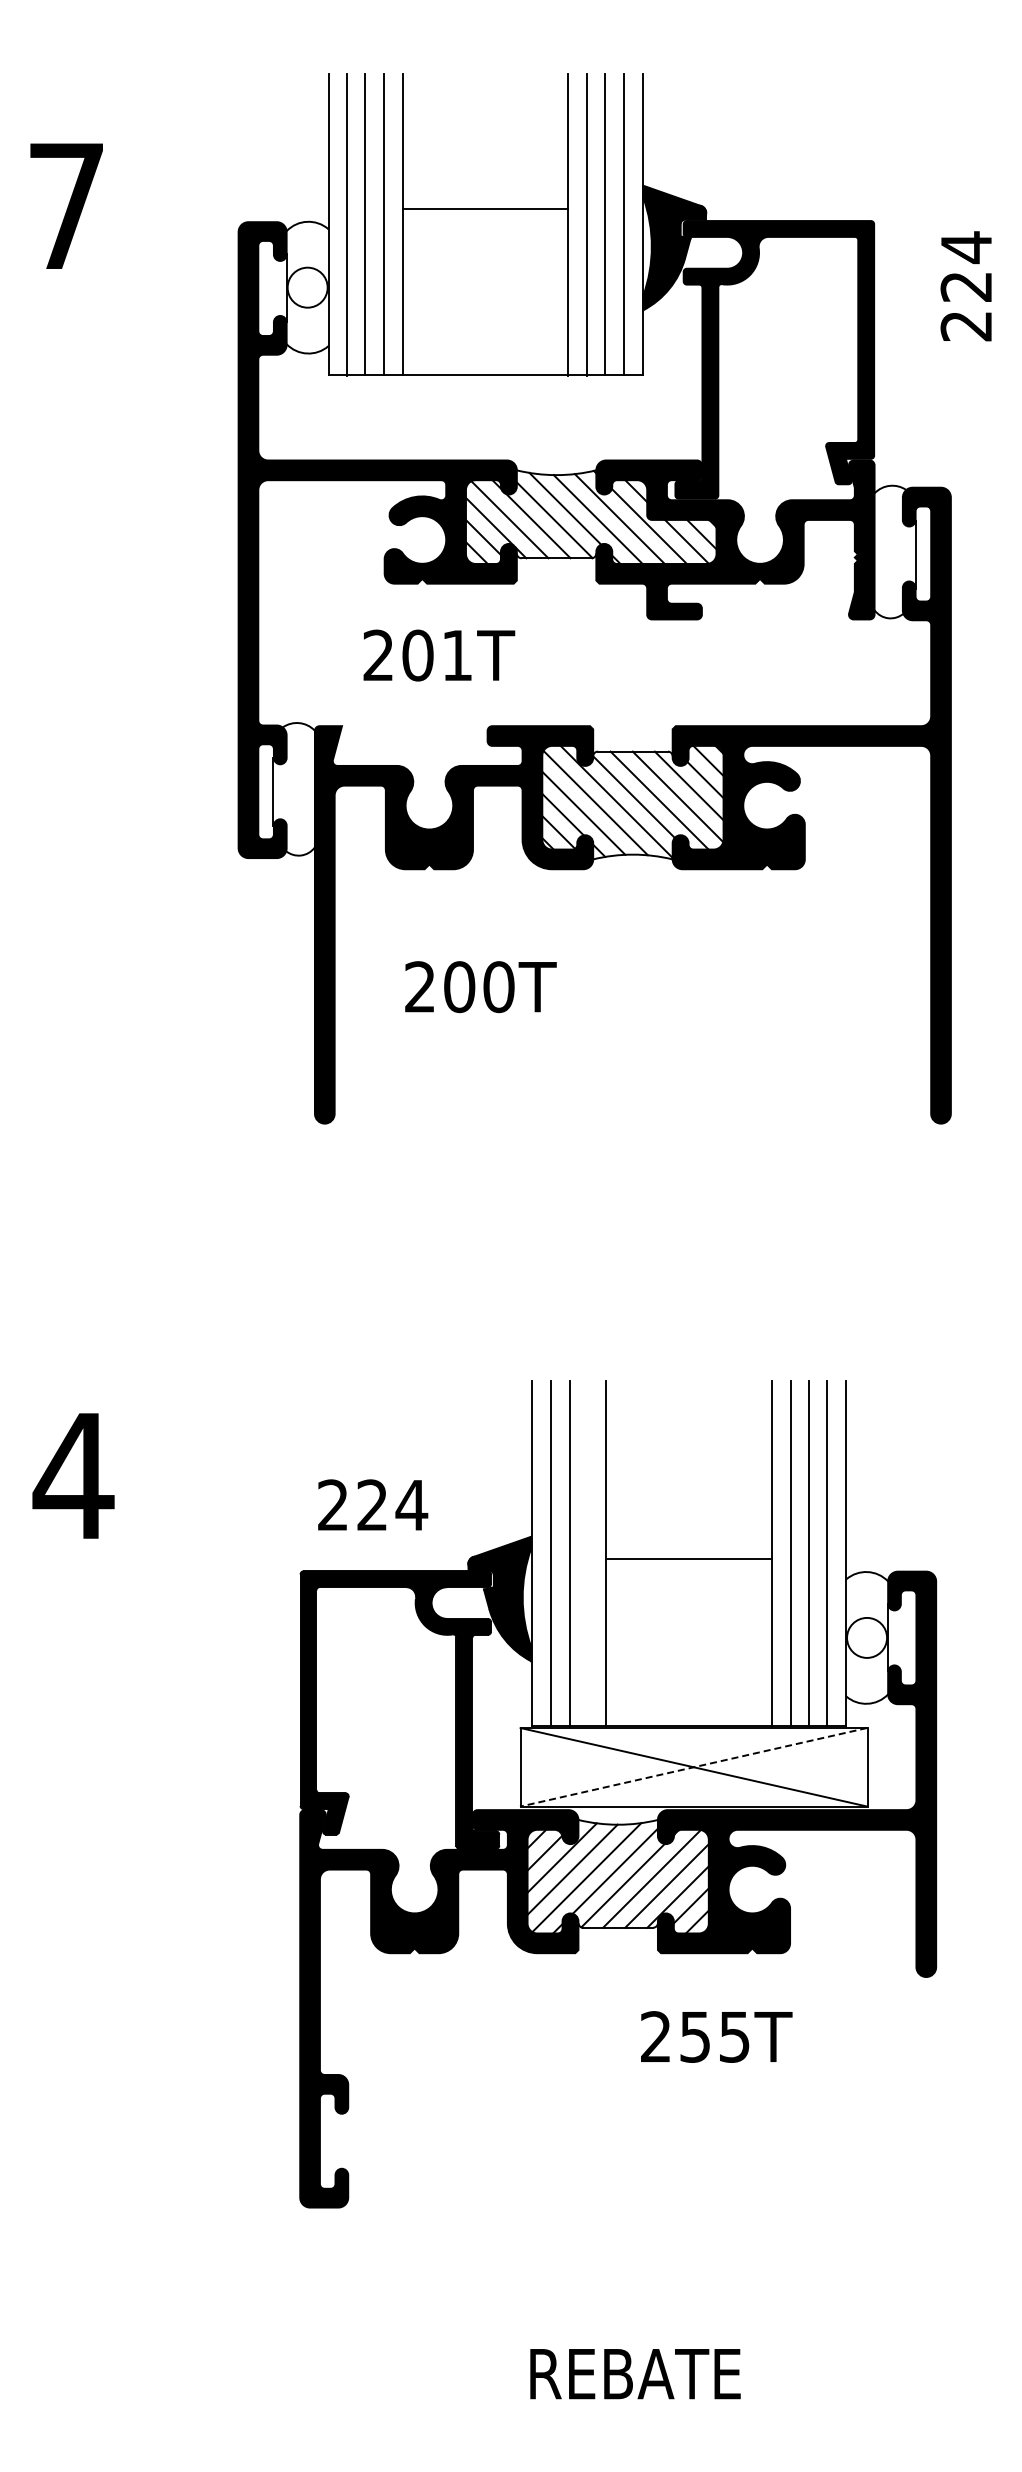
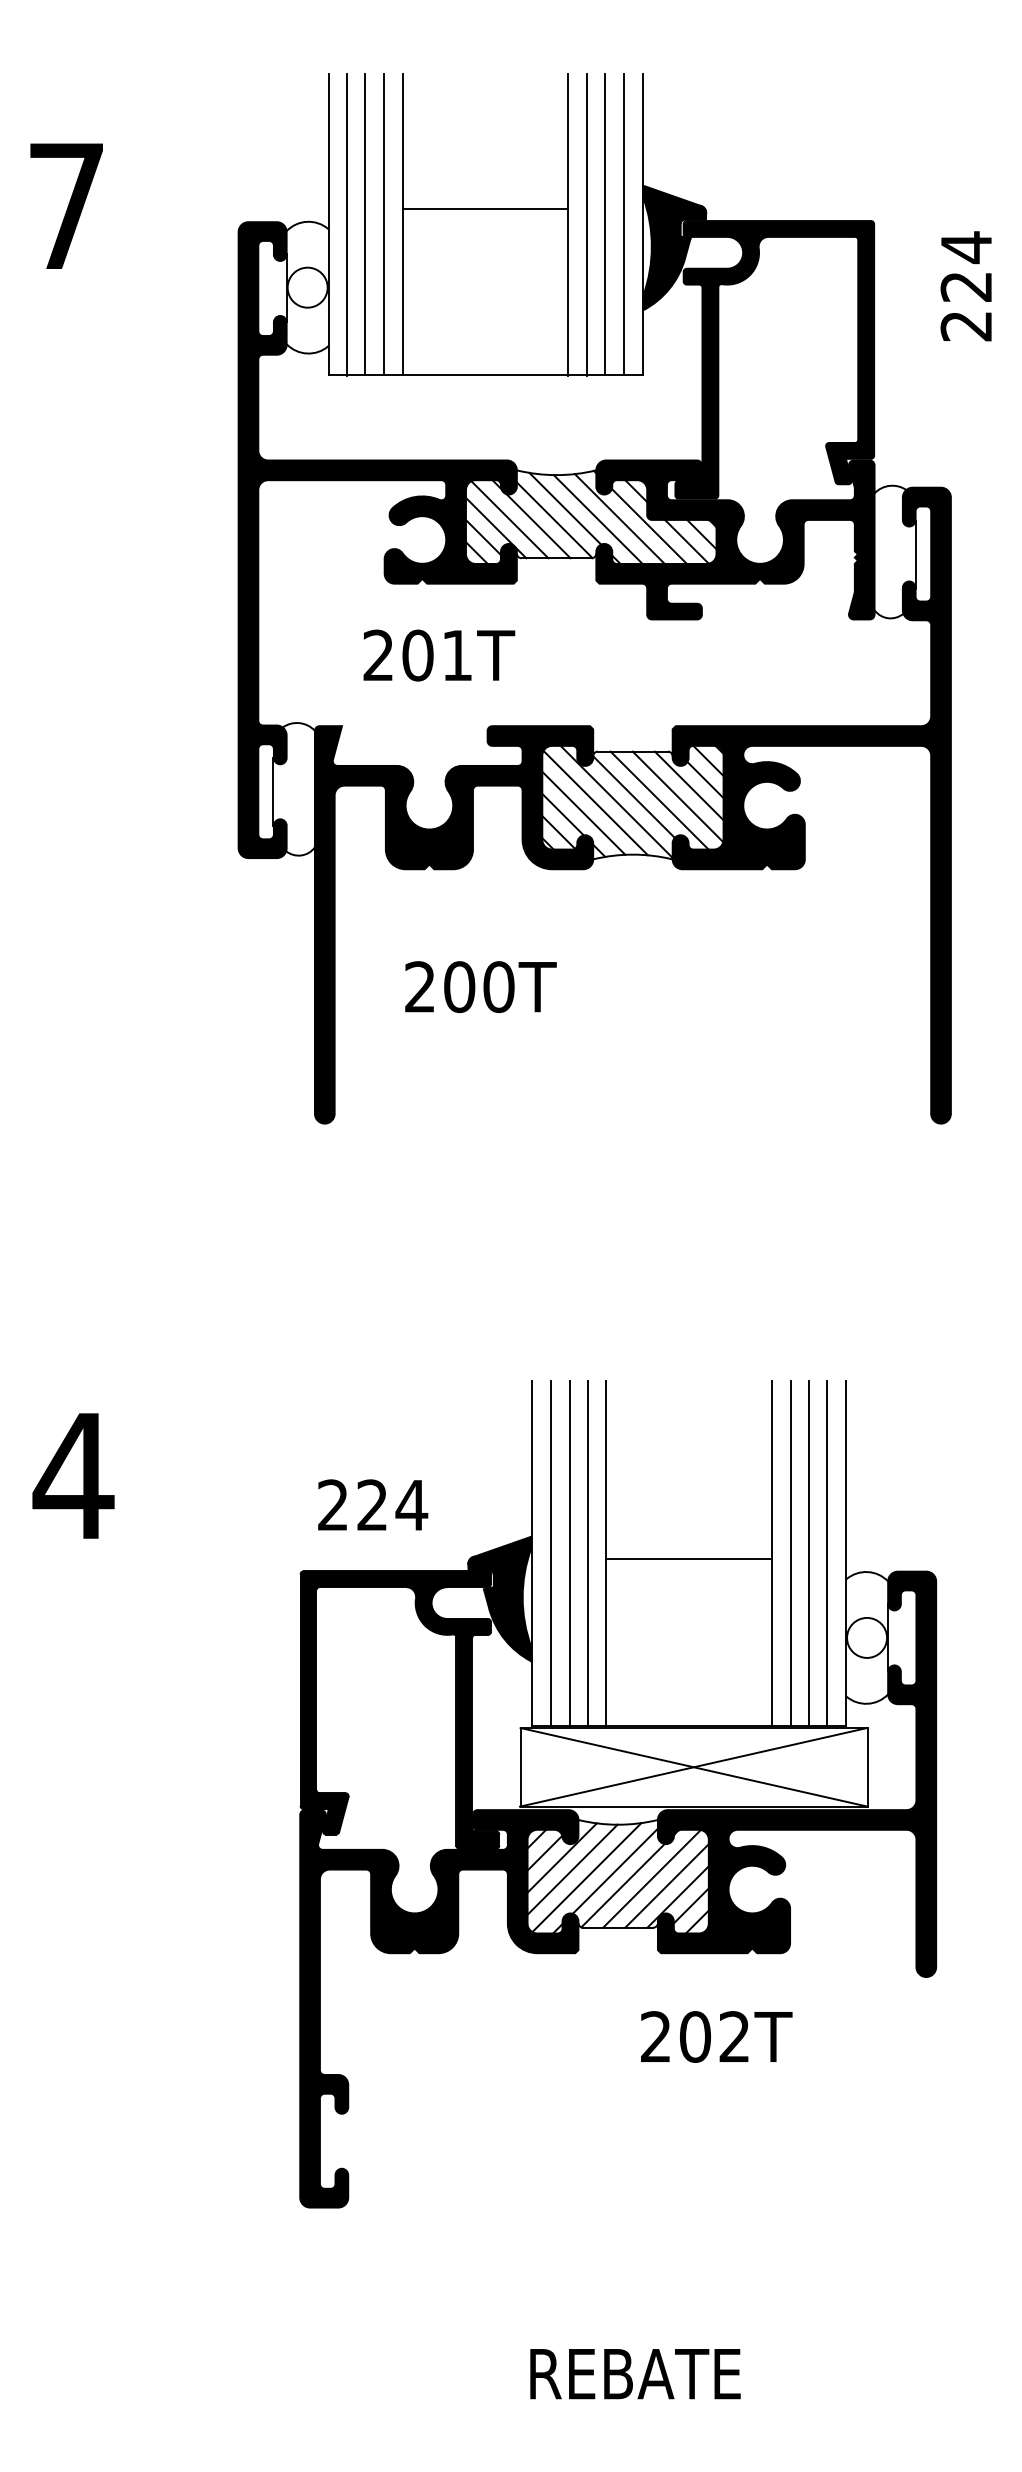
line at (587, 1552): none -> present
line at (693, 1767): dashed -> solid
text at (714, 2036): 255T -> 202T
